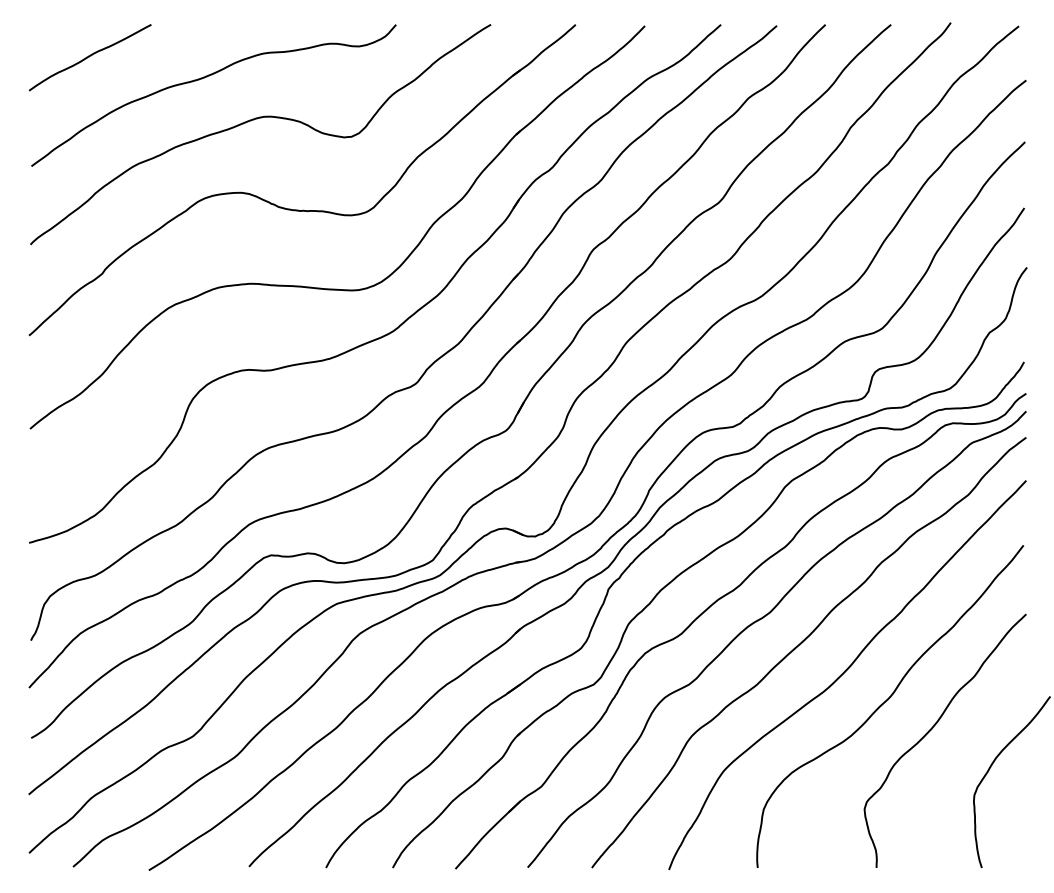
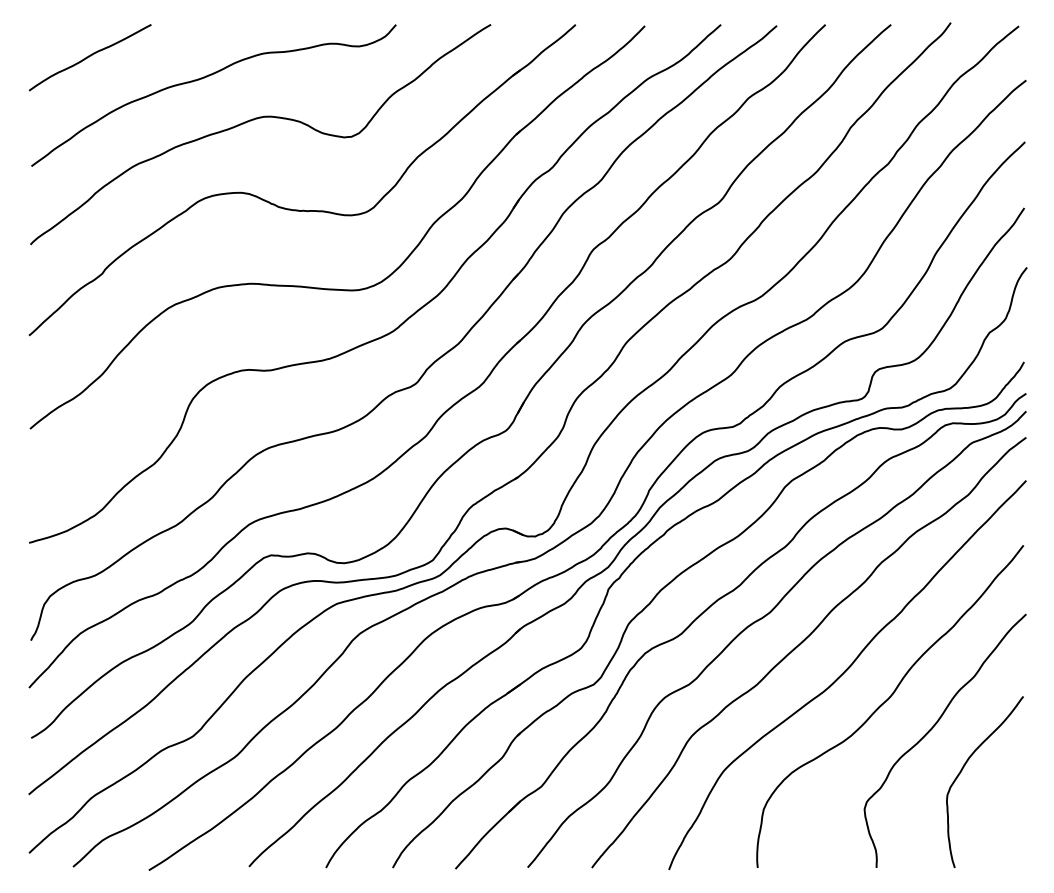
curve at (991, 767) position: (991, 767) -> (964, 767)
